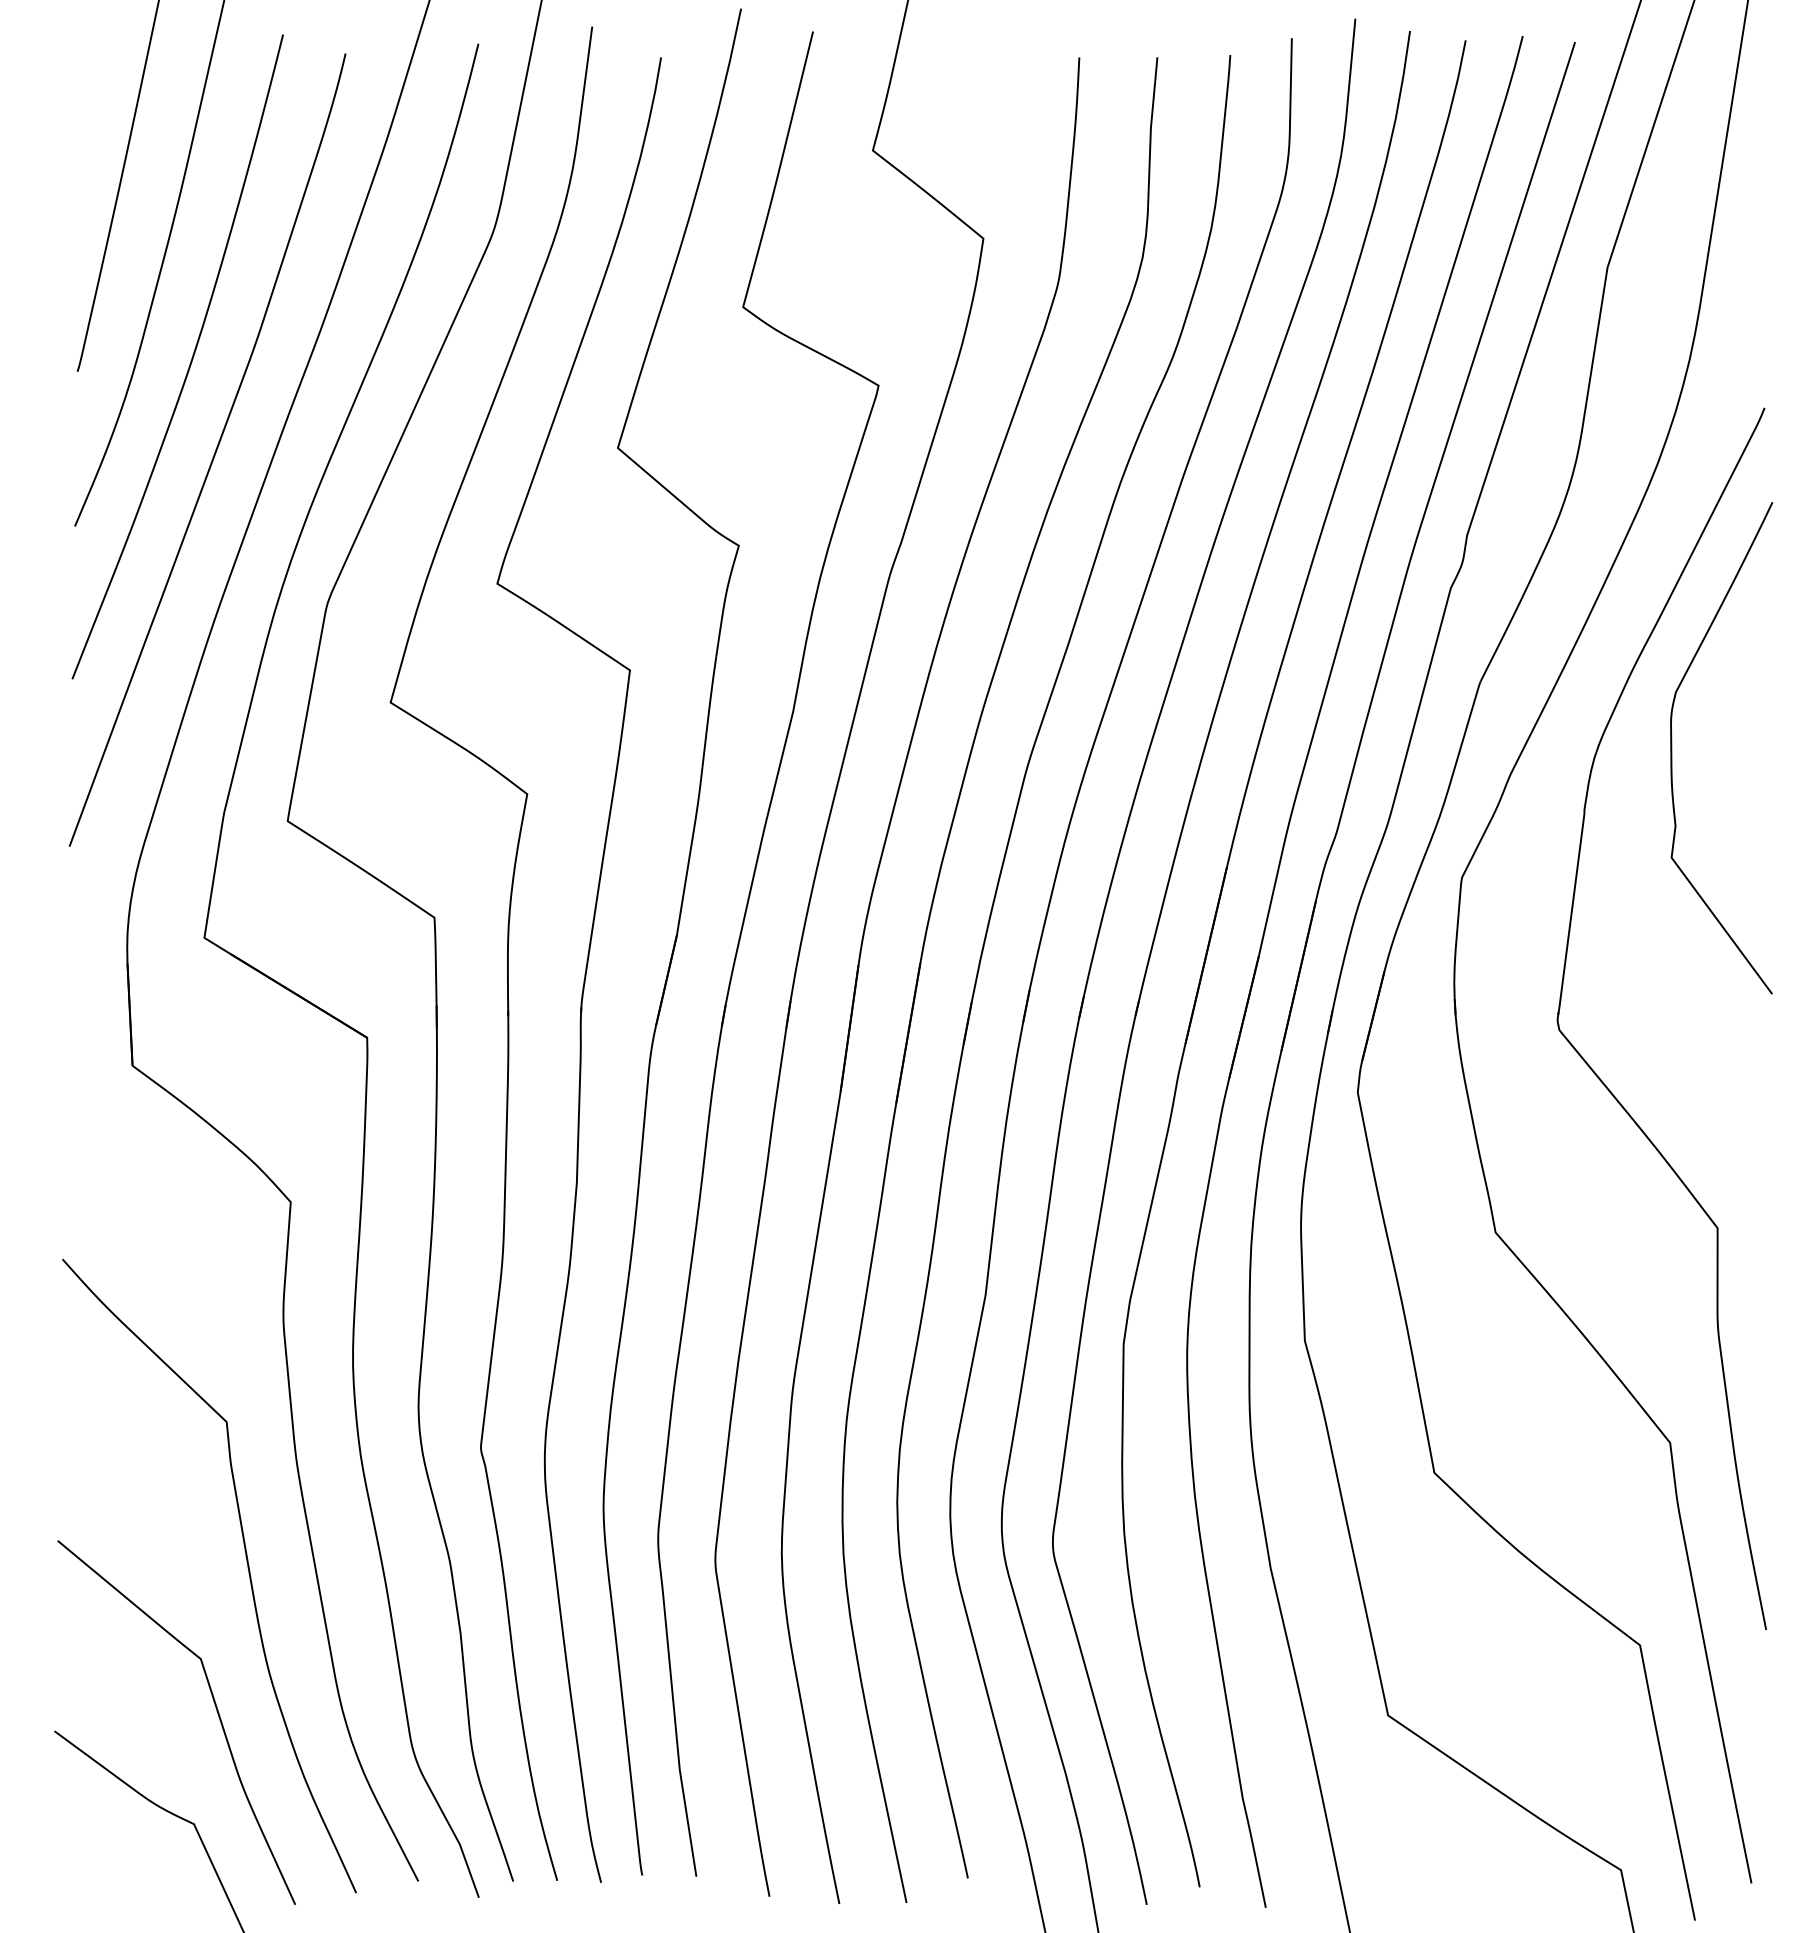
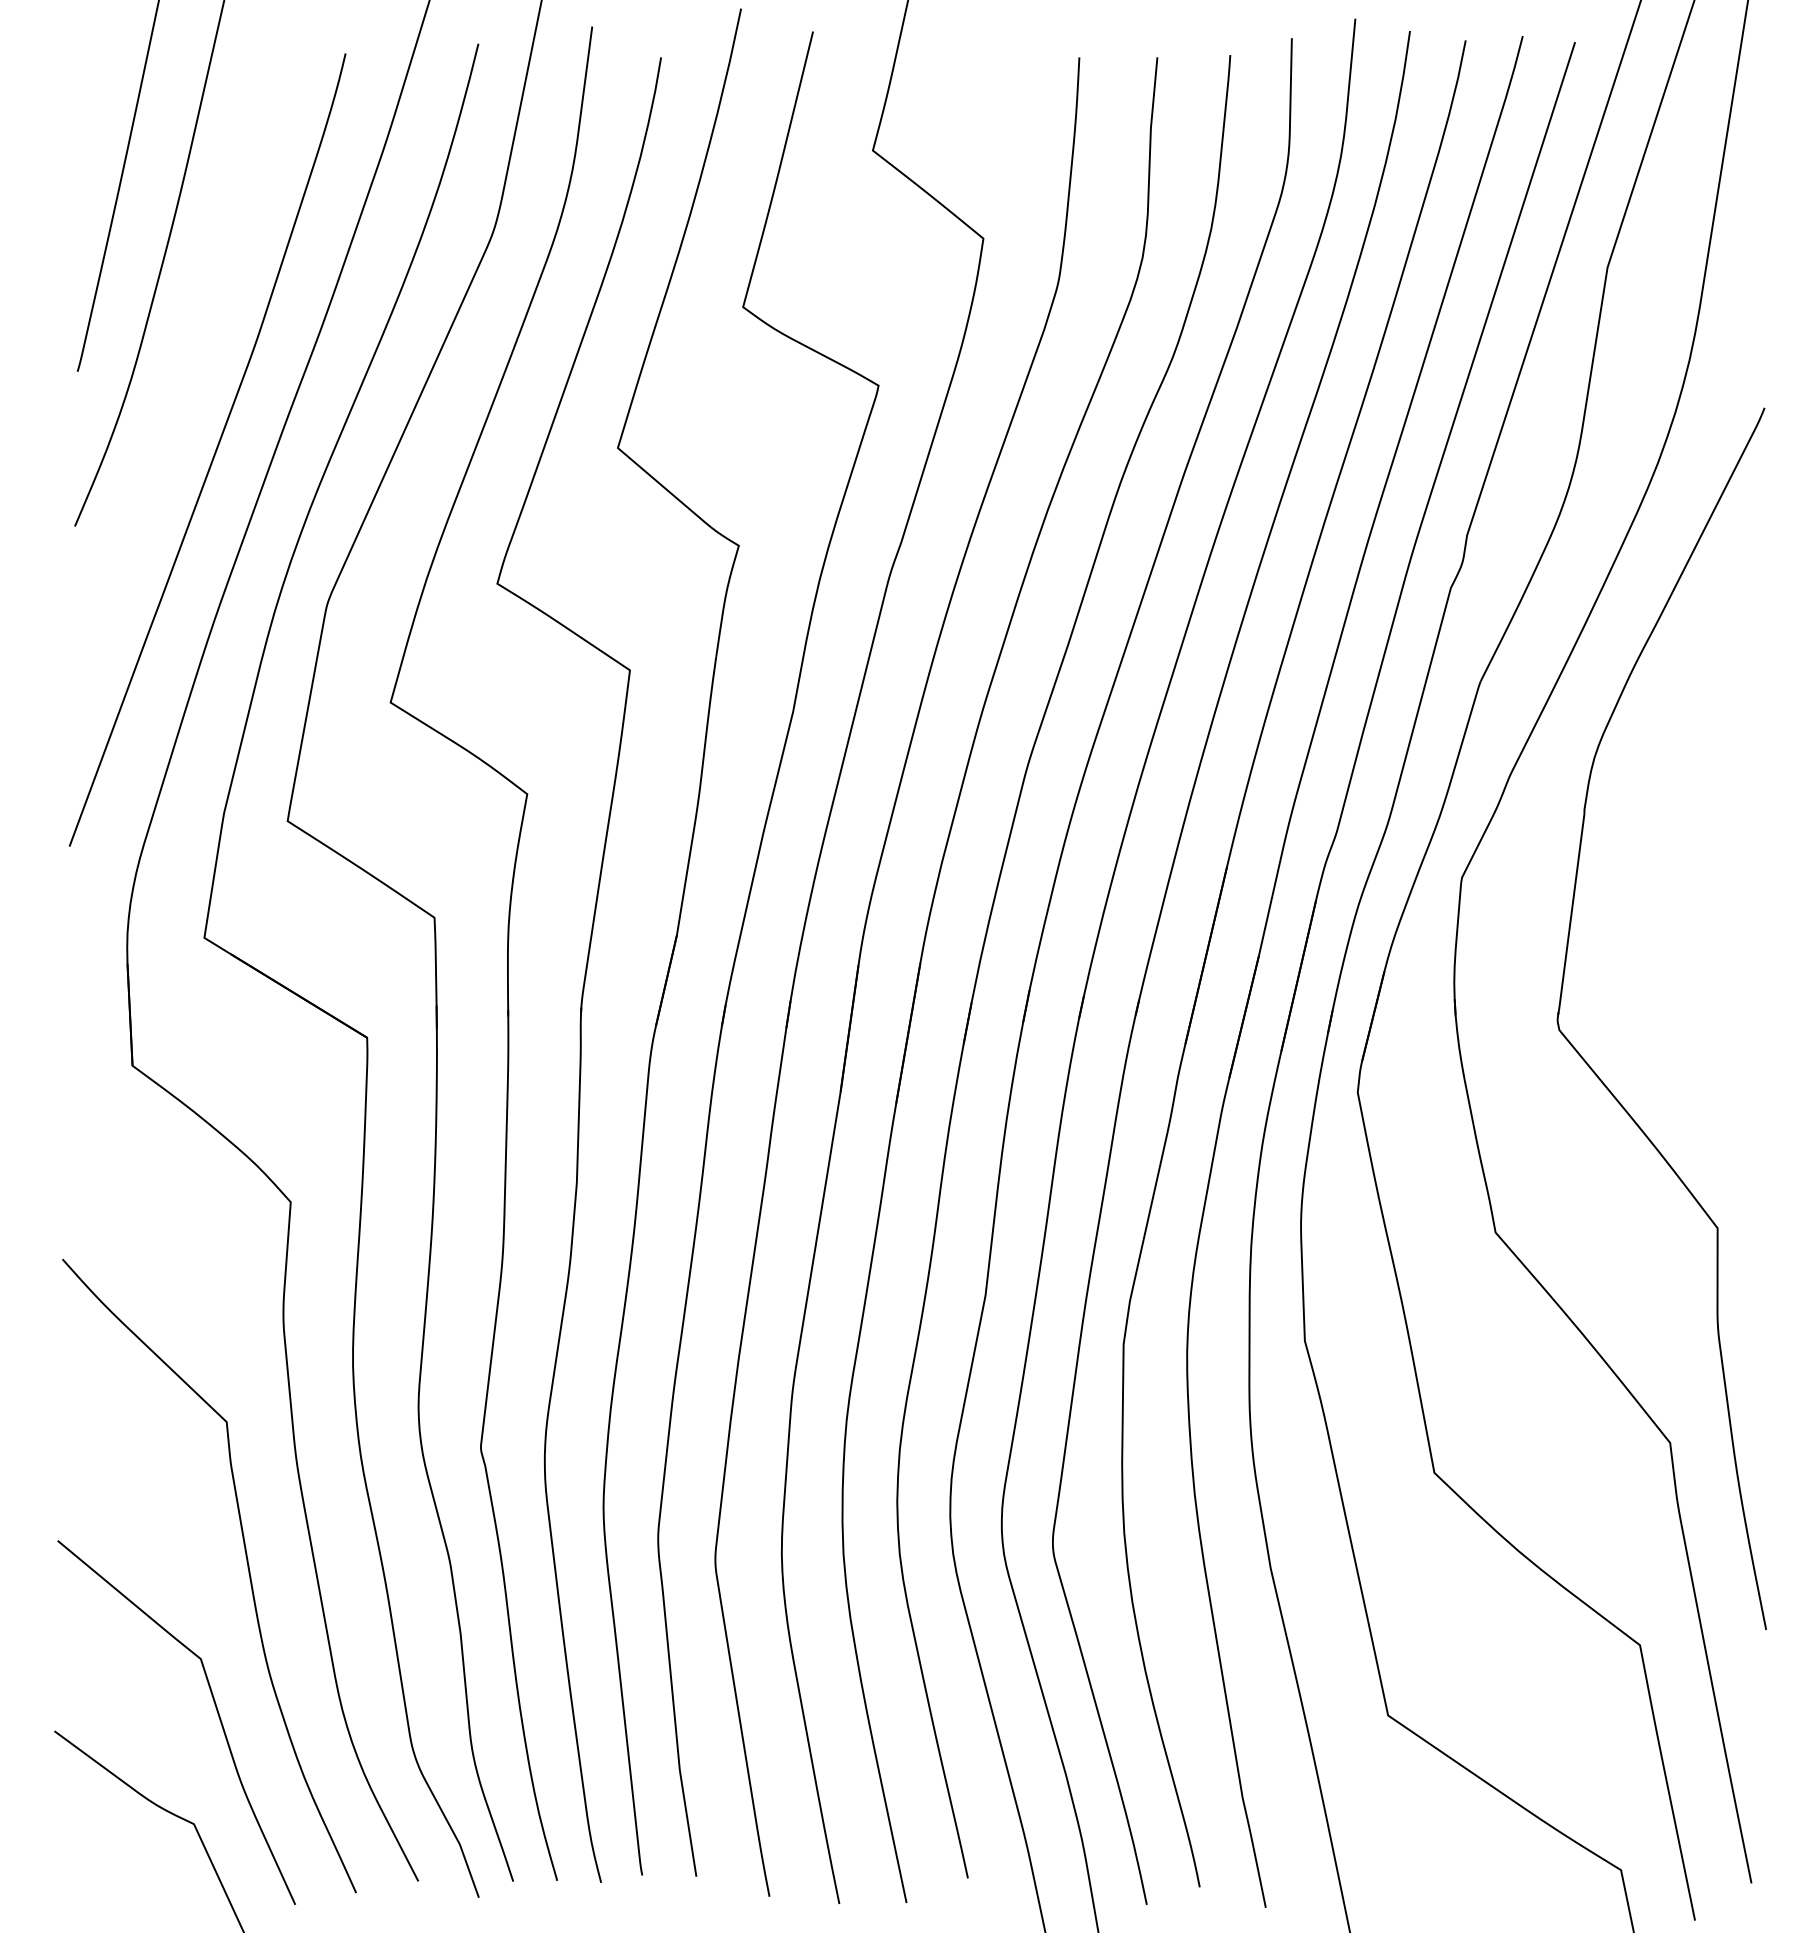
curve at (190, 360): present -> none
curve at (1672, 748): present -> none
